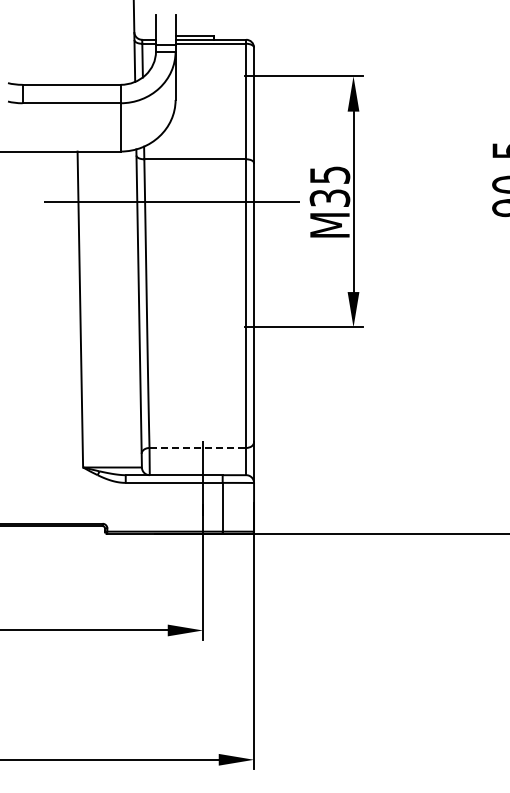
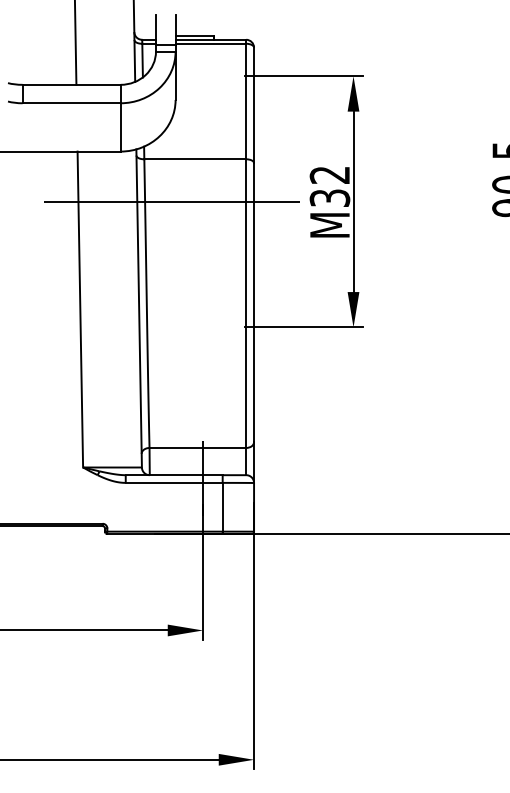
line at (75, 43): none -> present
text at (329, 174): M35 -> M32
line at (198, 447): dashed -> solid
